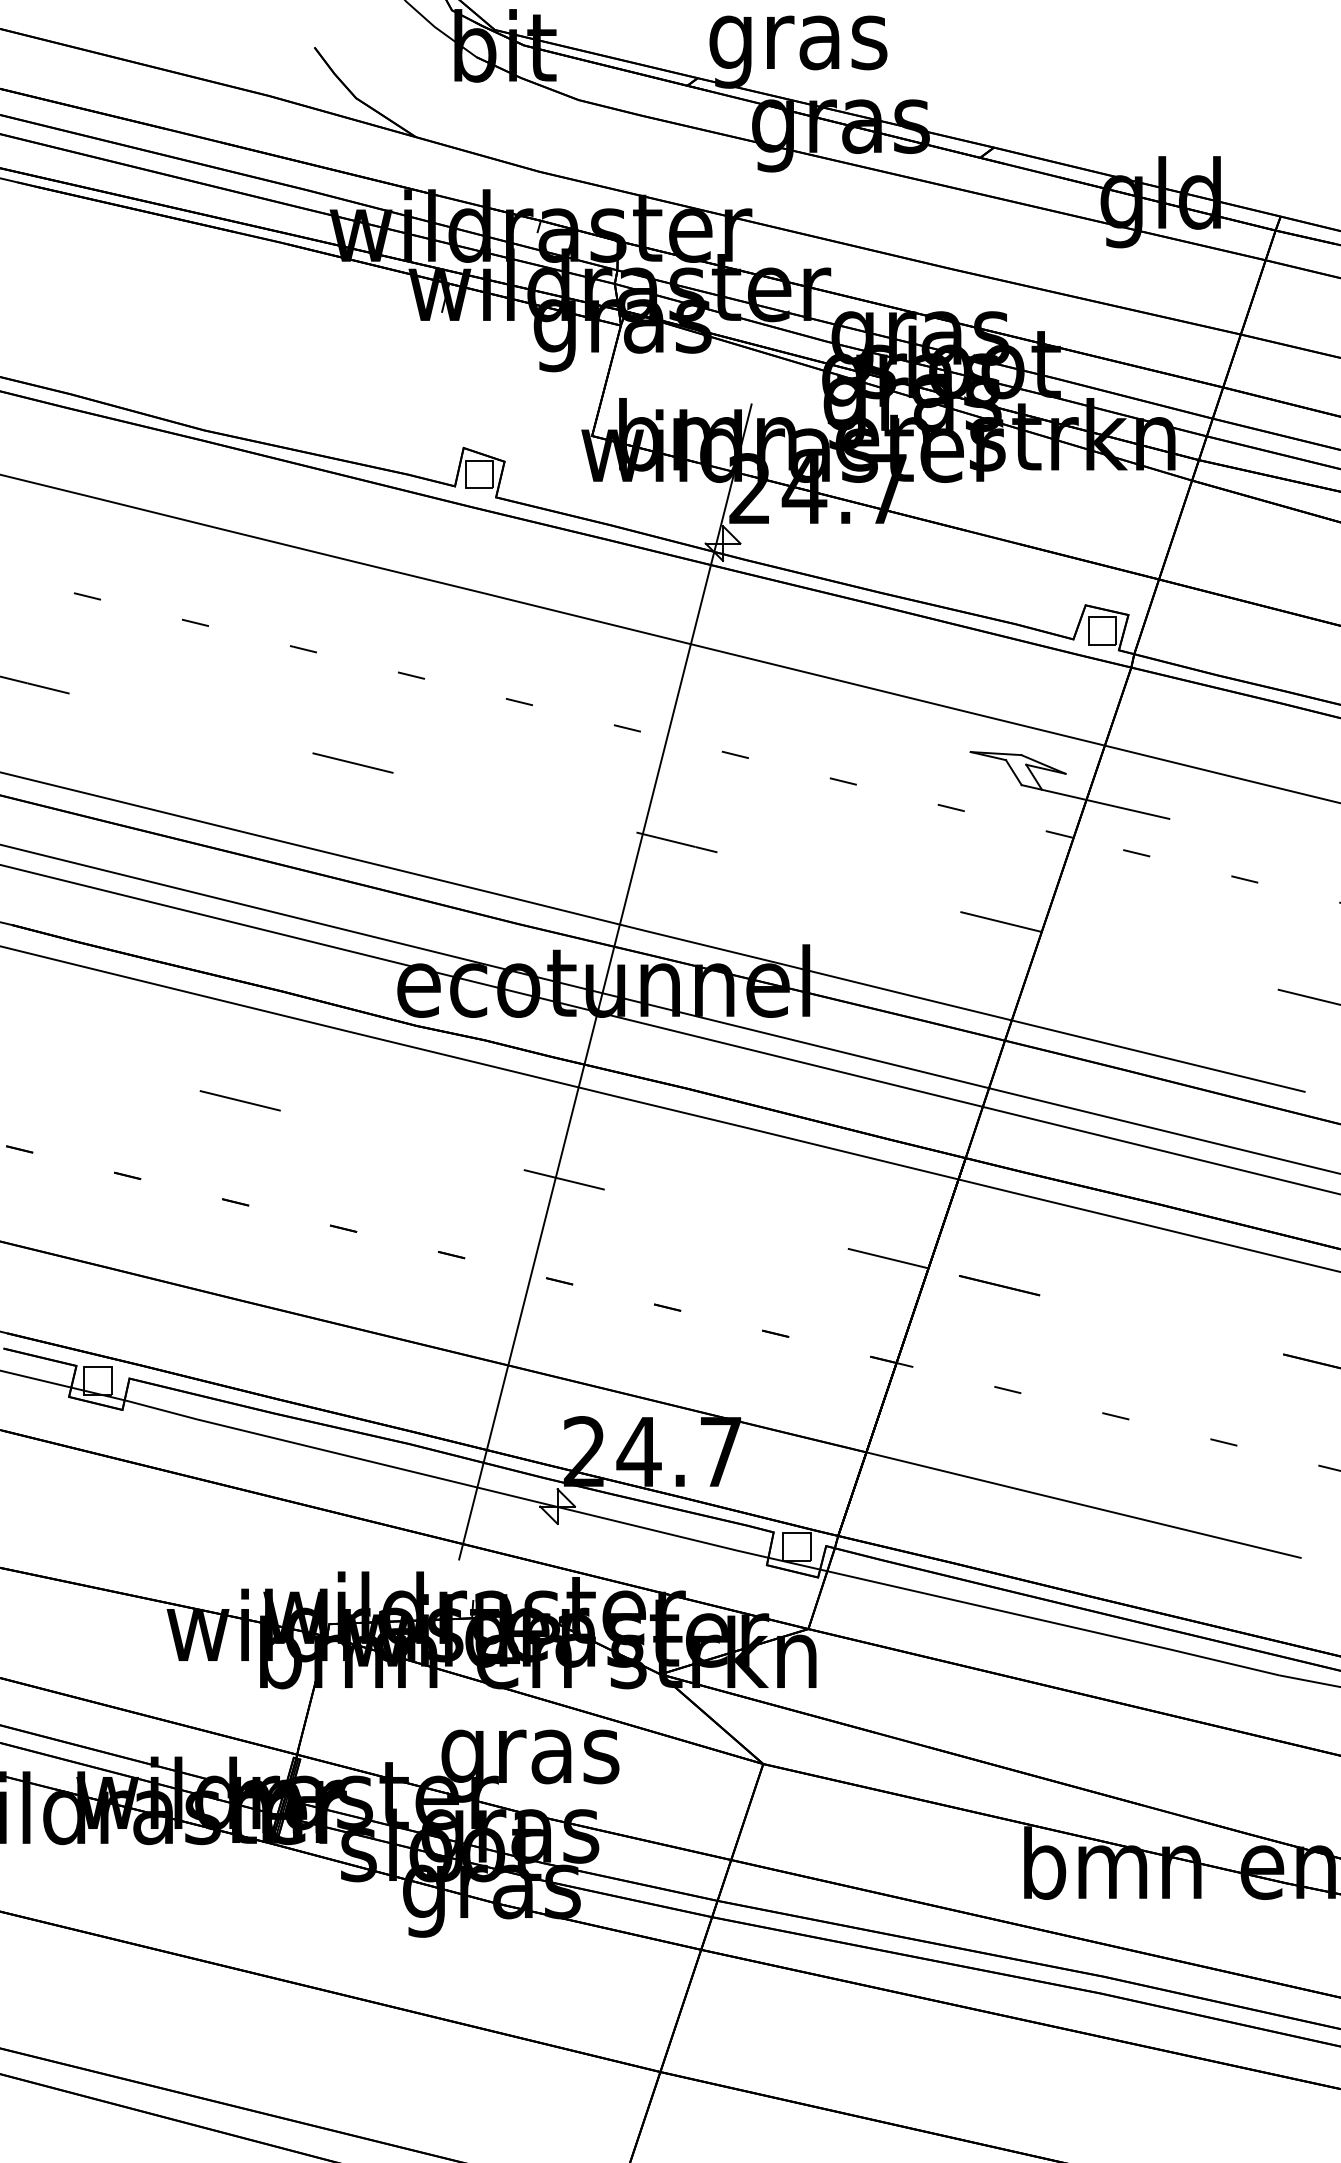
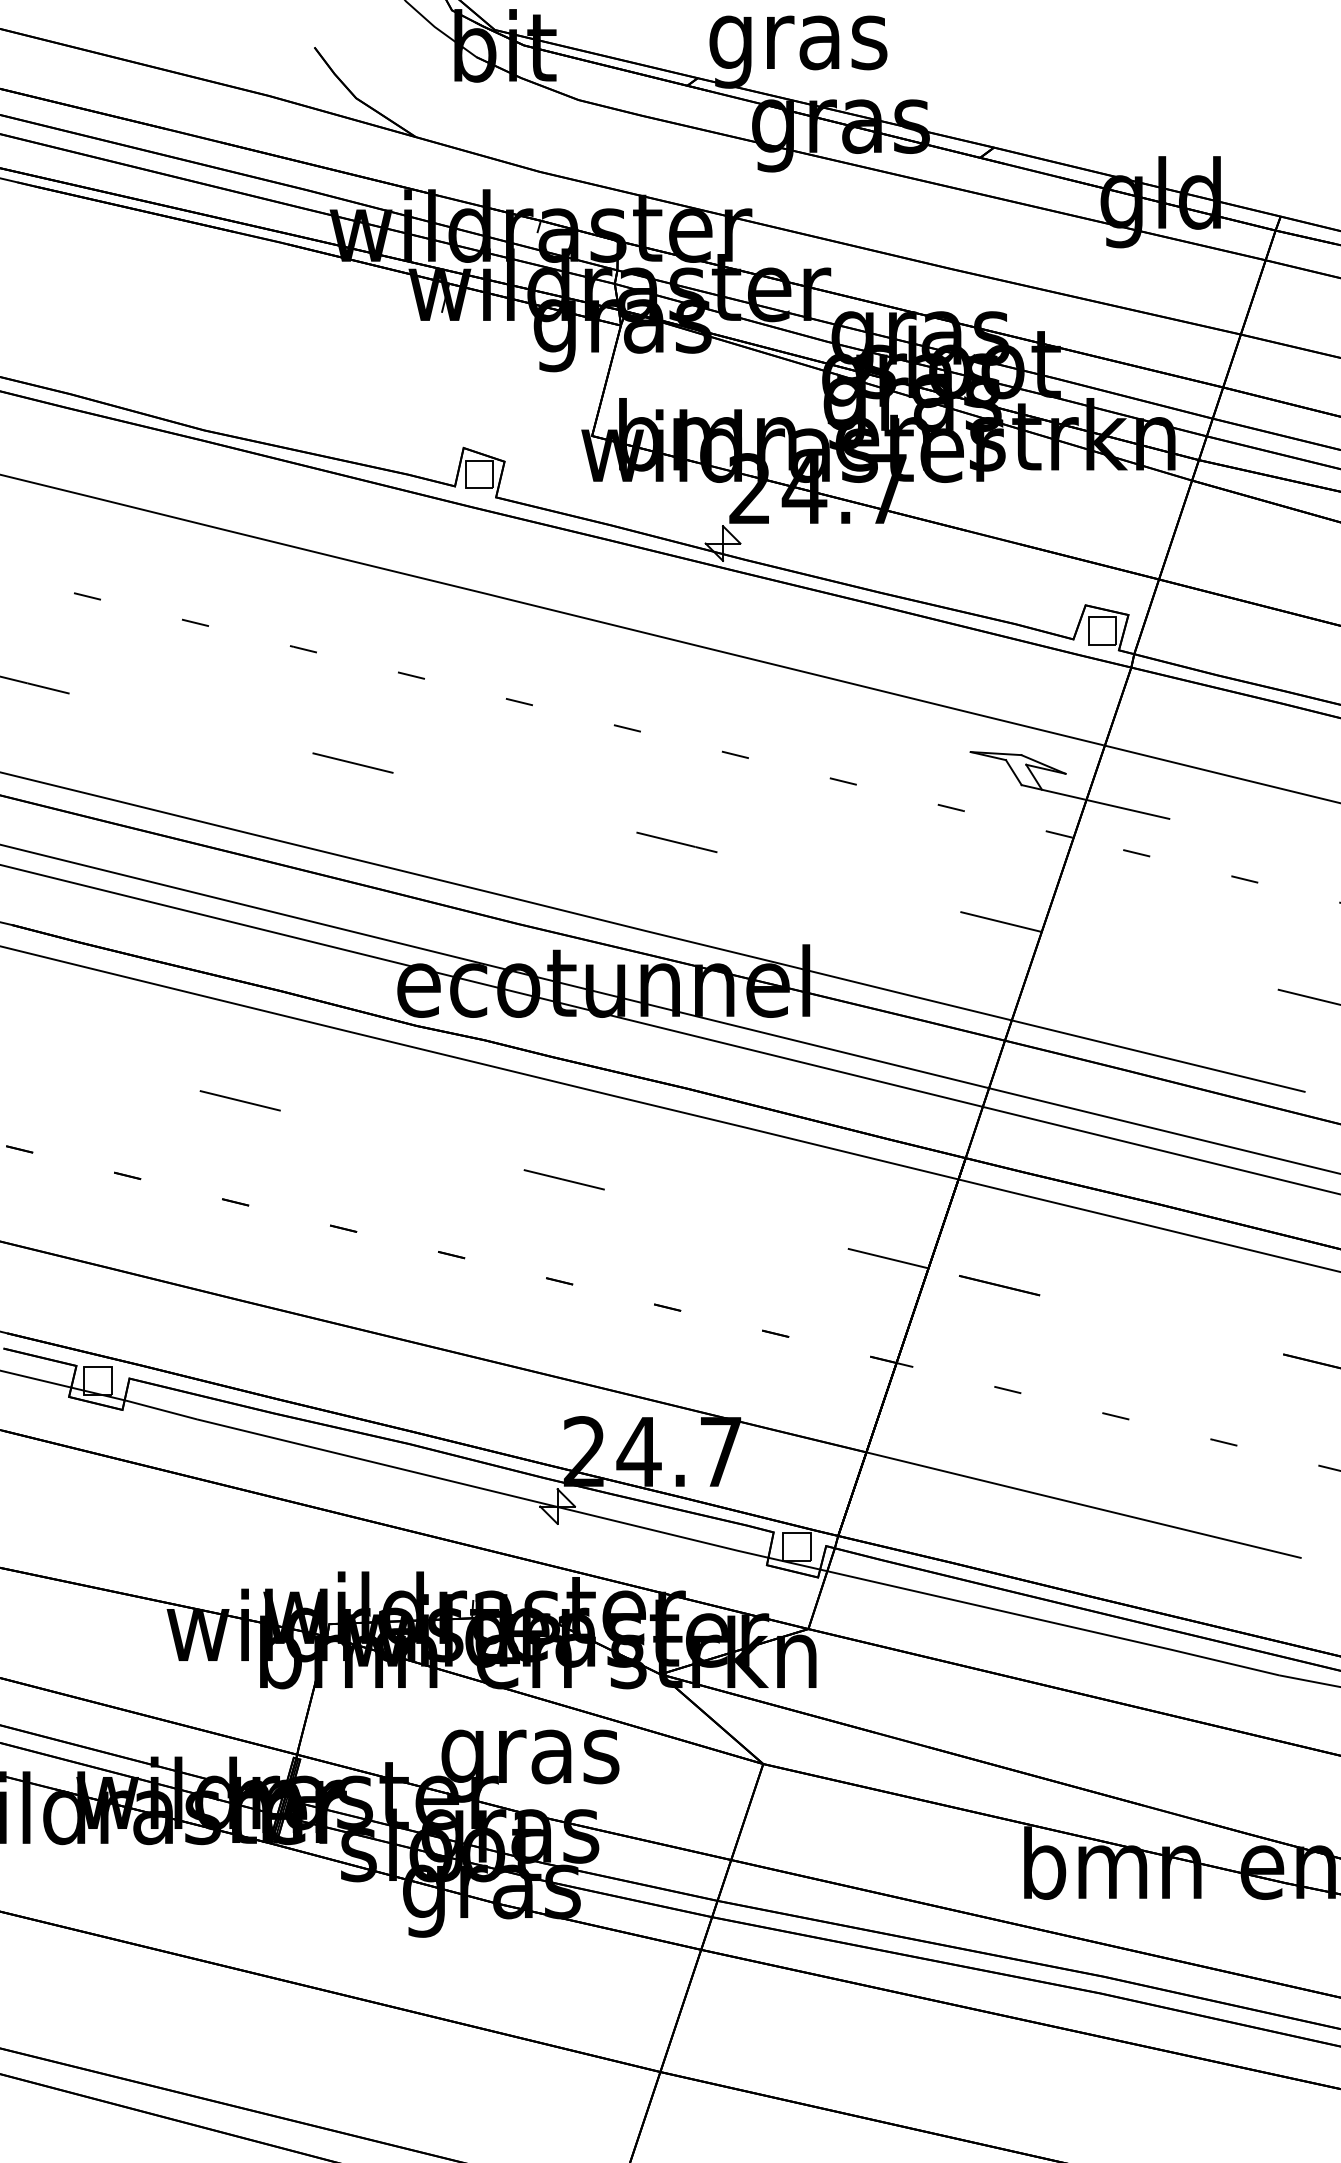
line at (605, 981): present -> none
